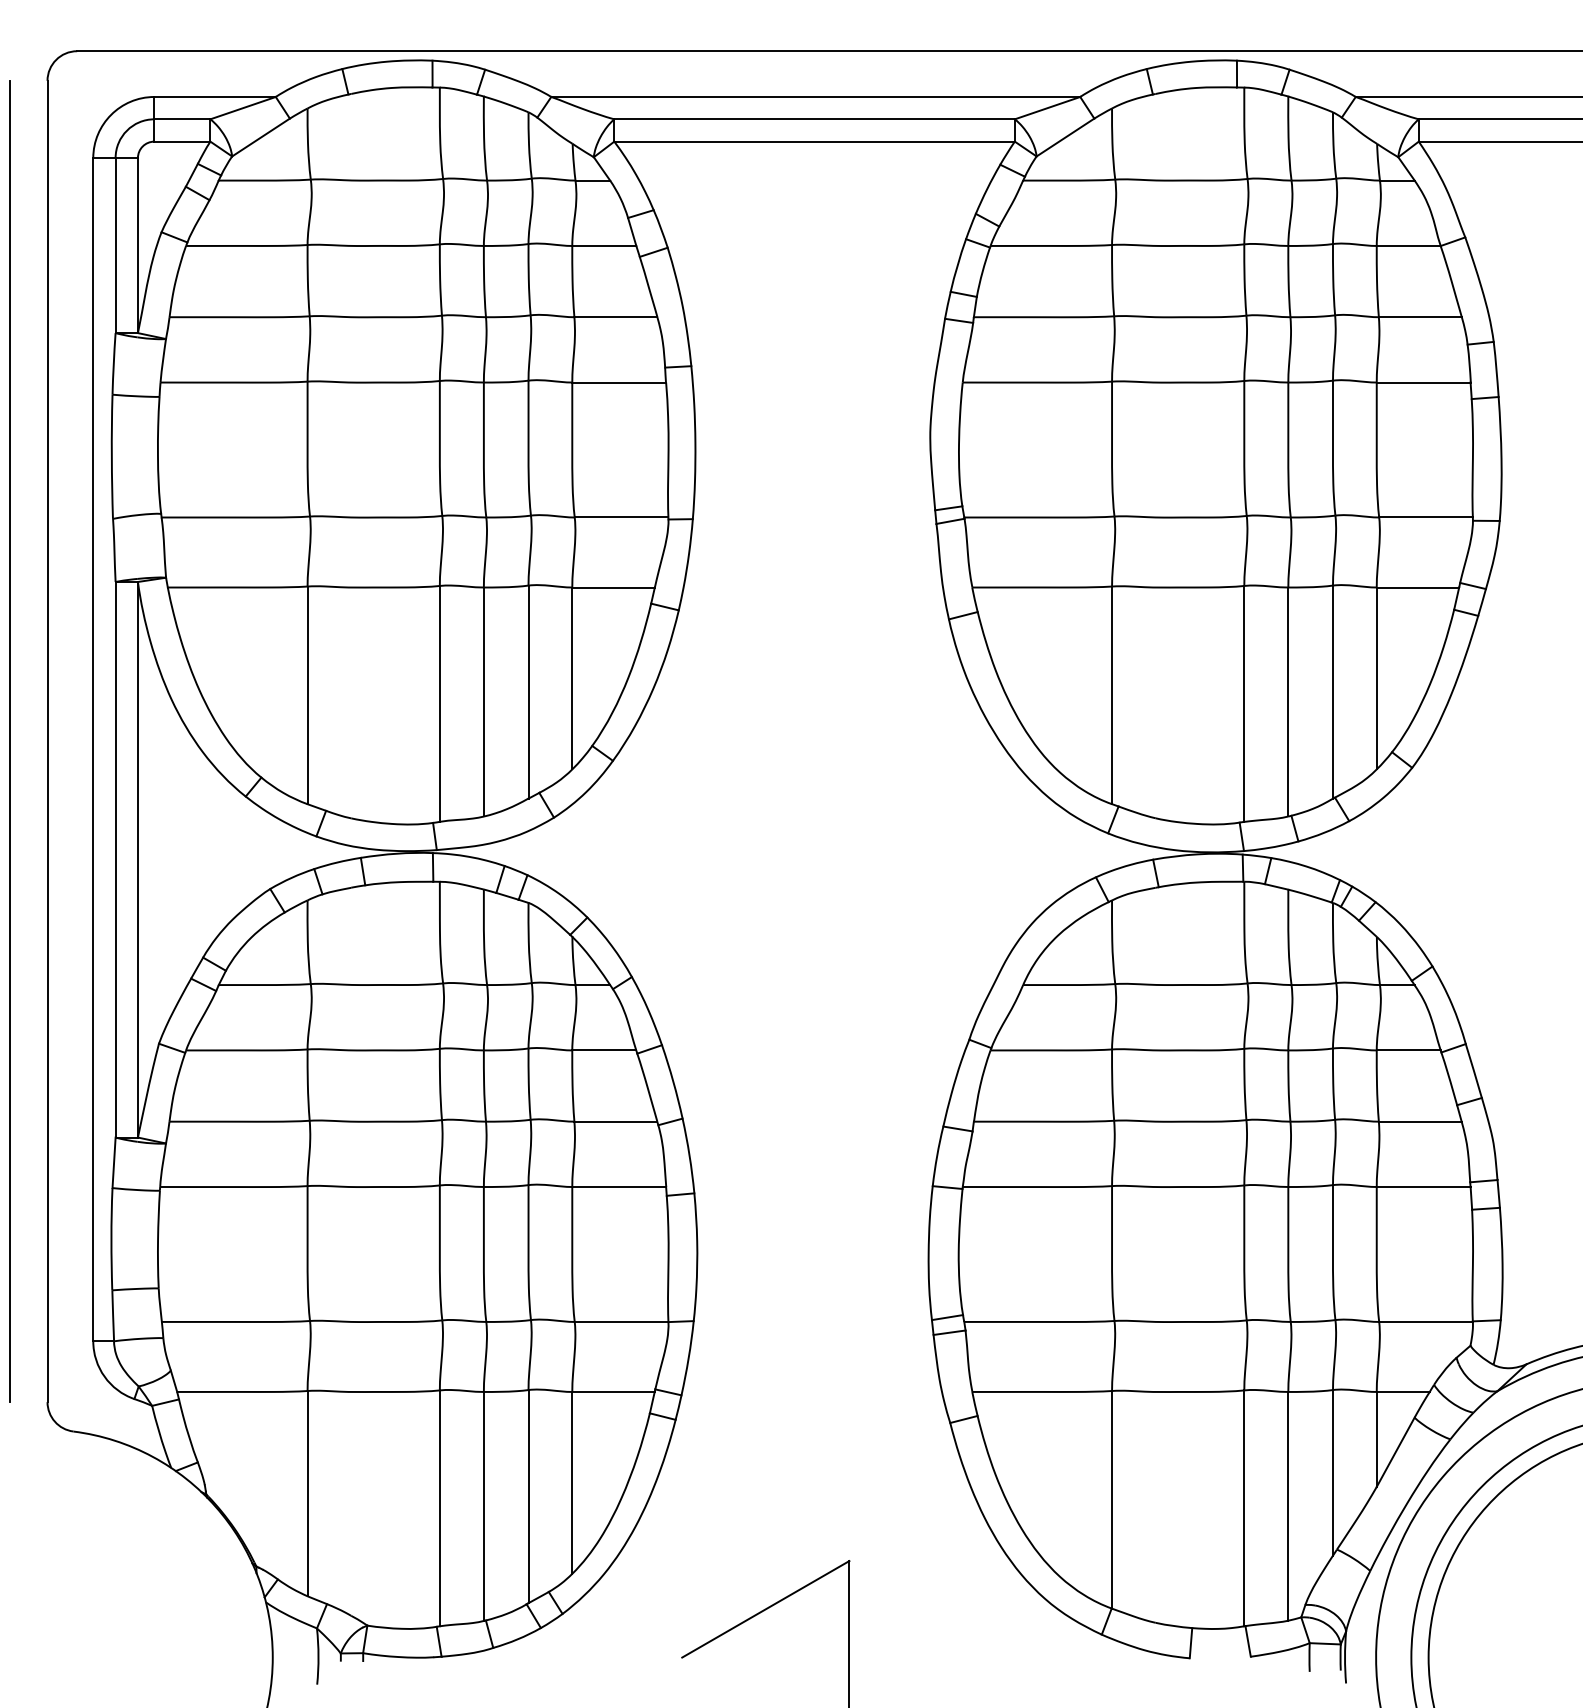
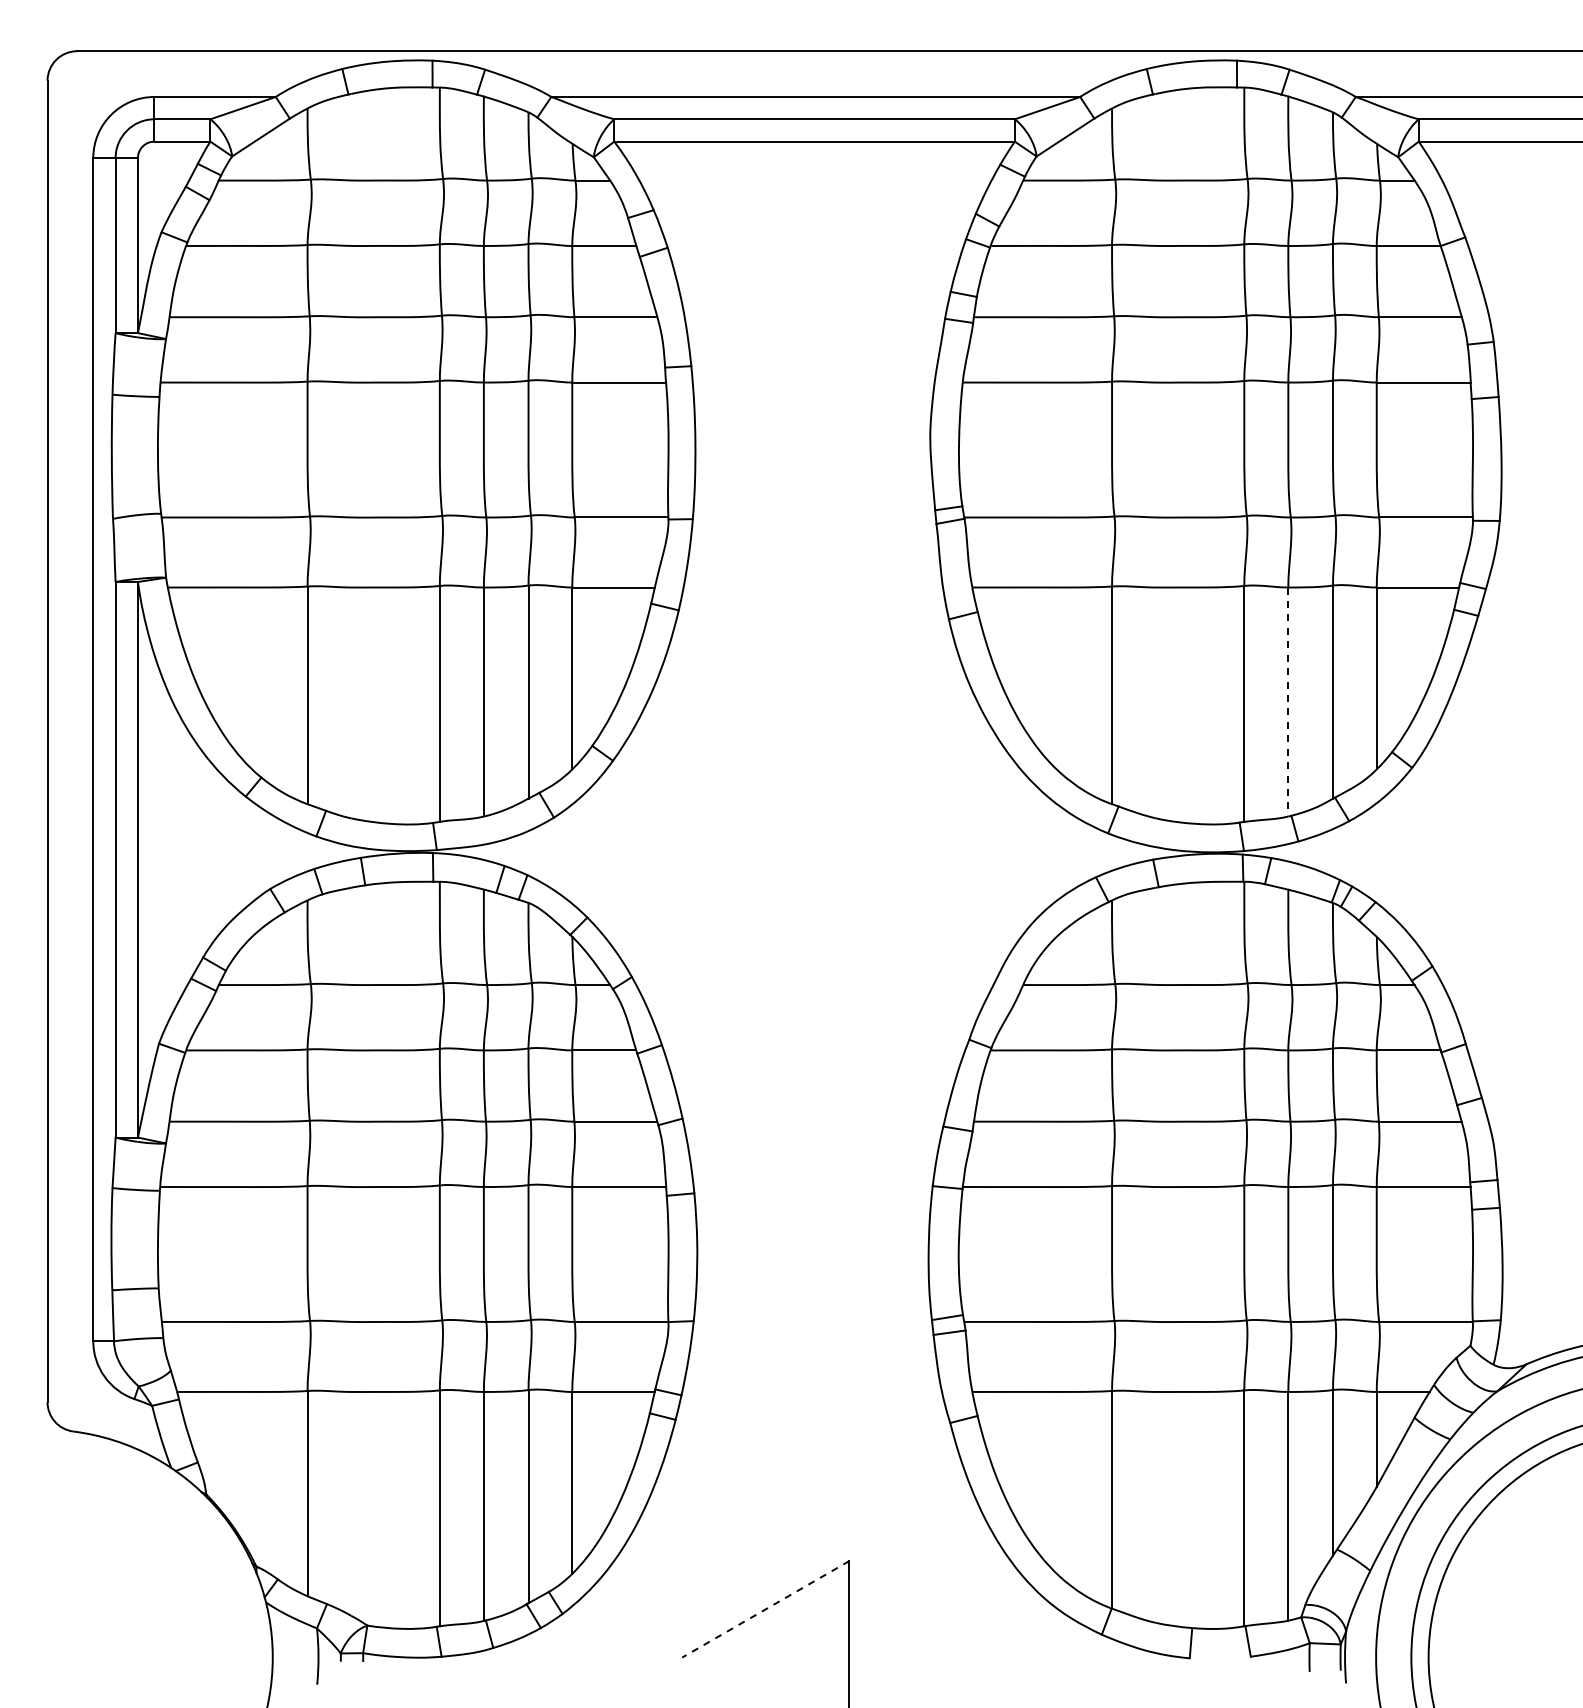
line at (1288, 702): solid -> dashed
line at (10, 741): present -> none
line at (765, 1609): solid -> dashed
